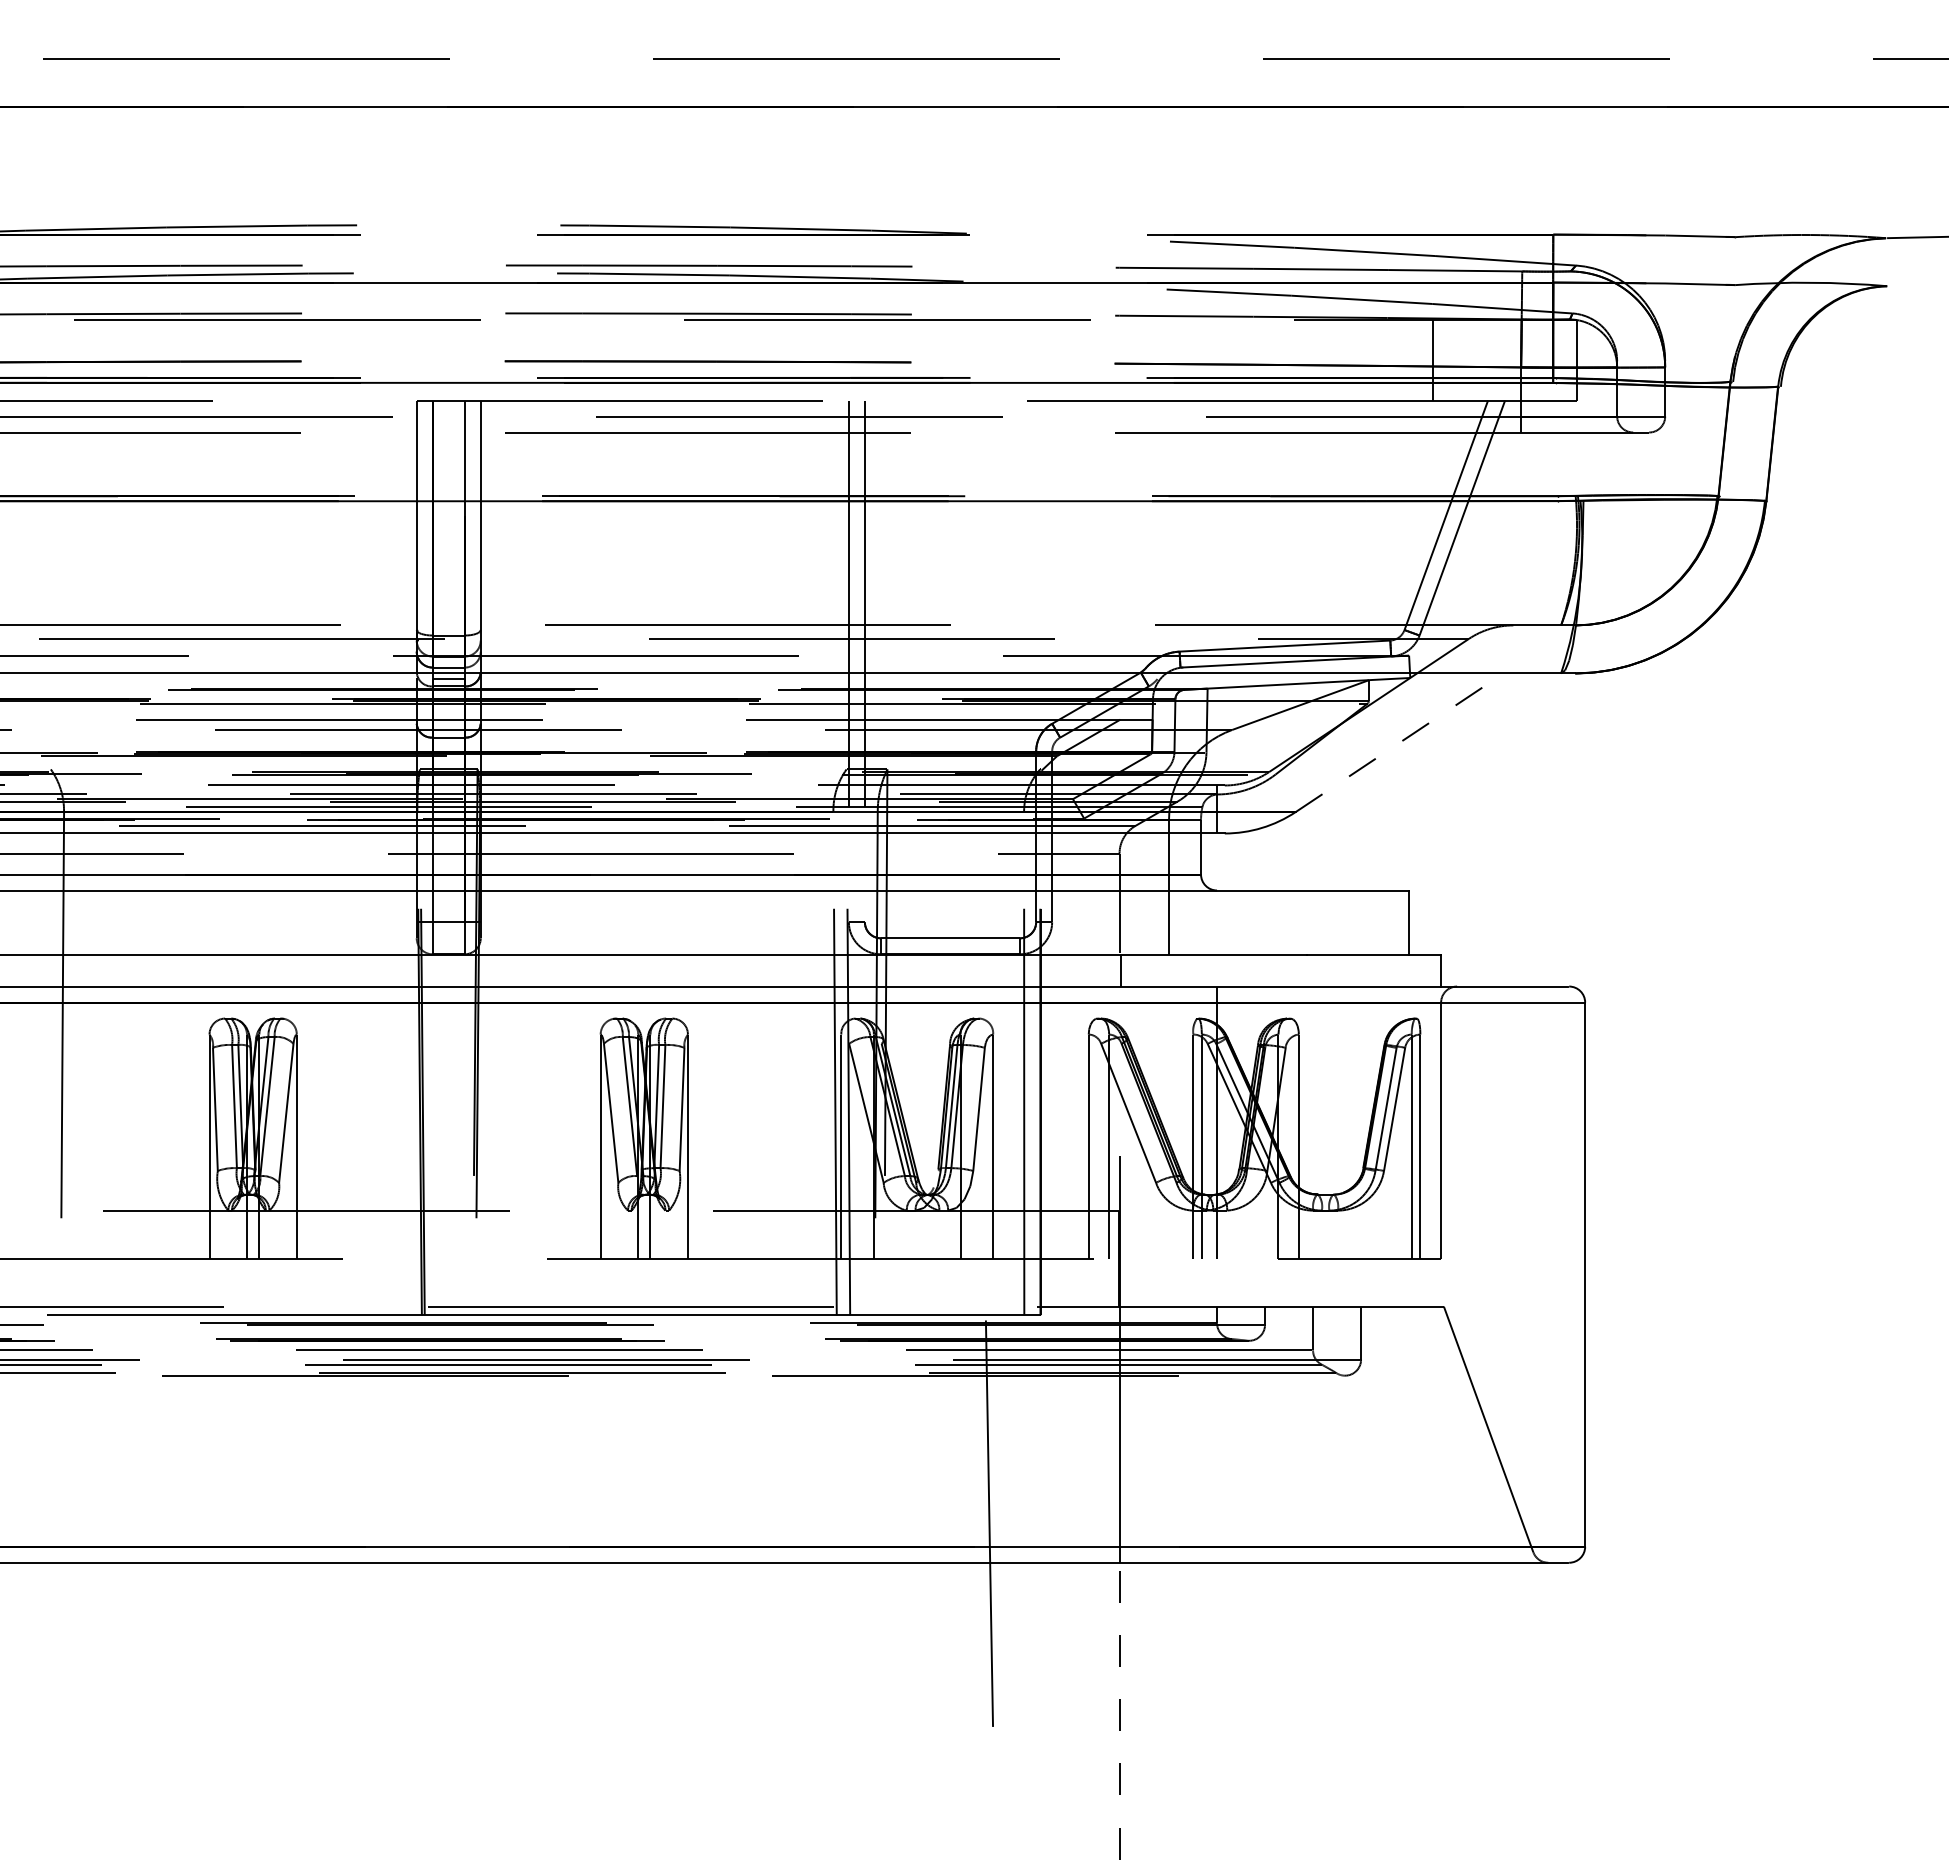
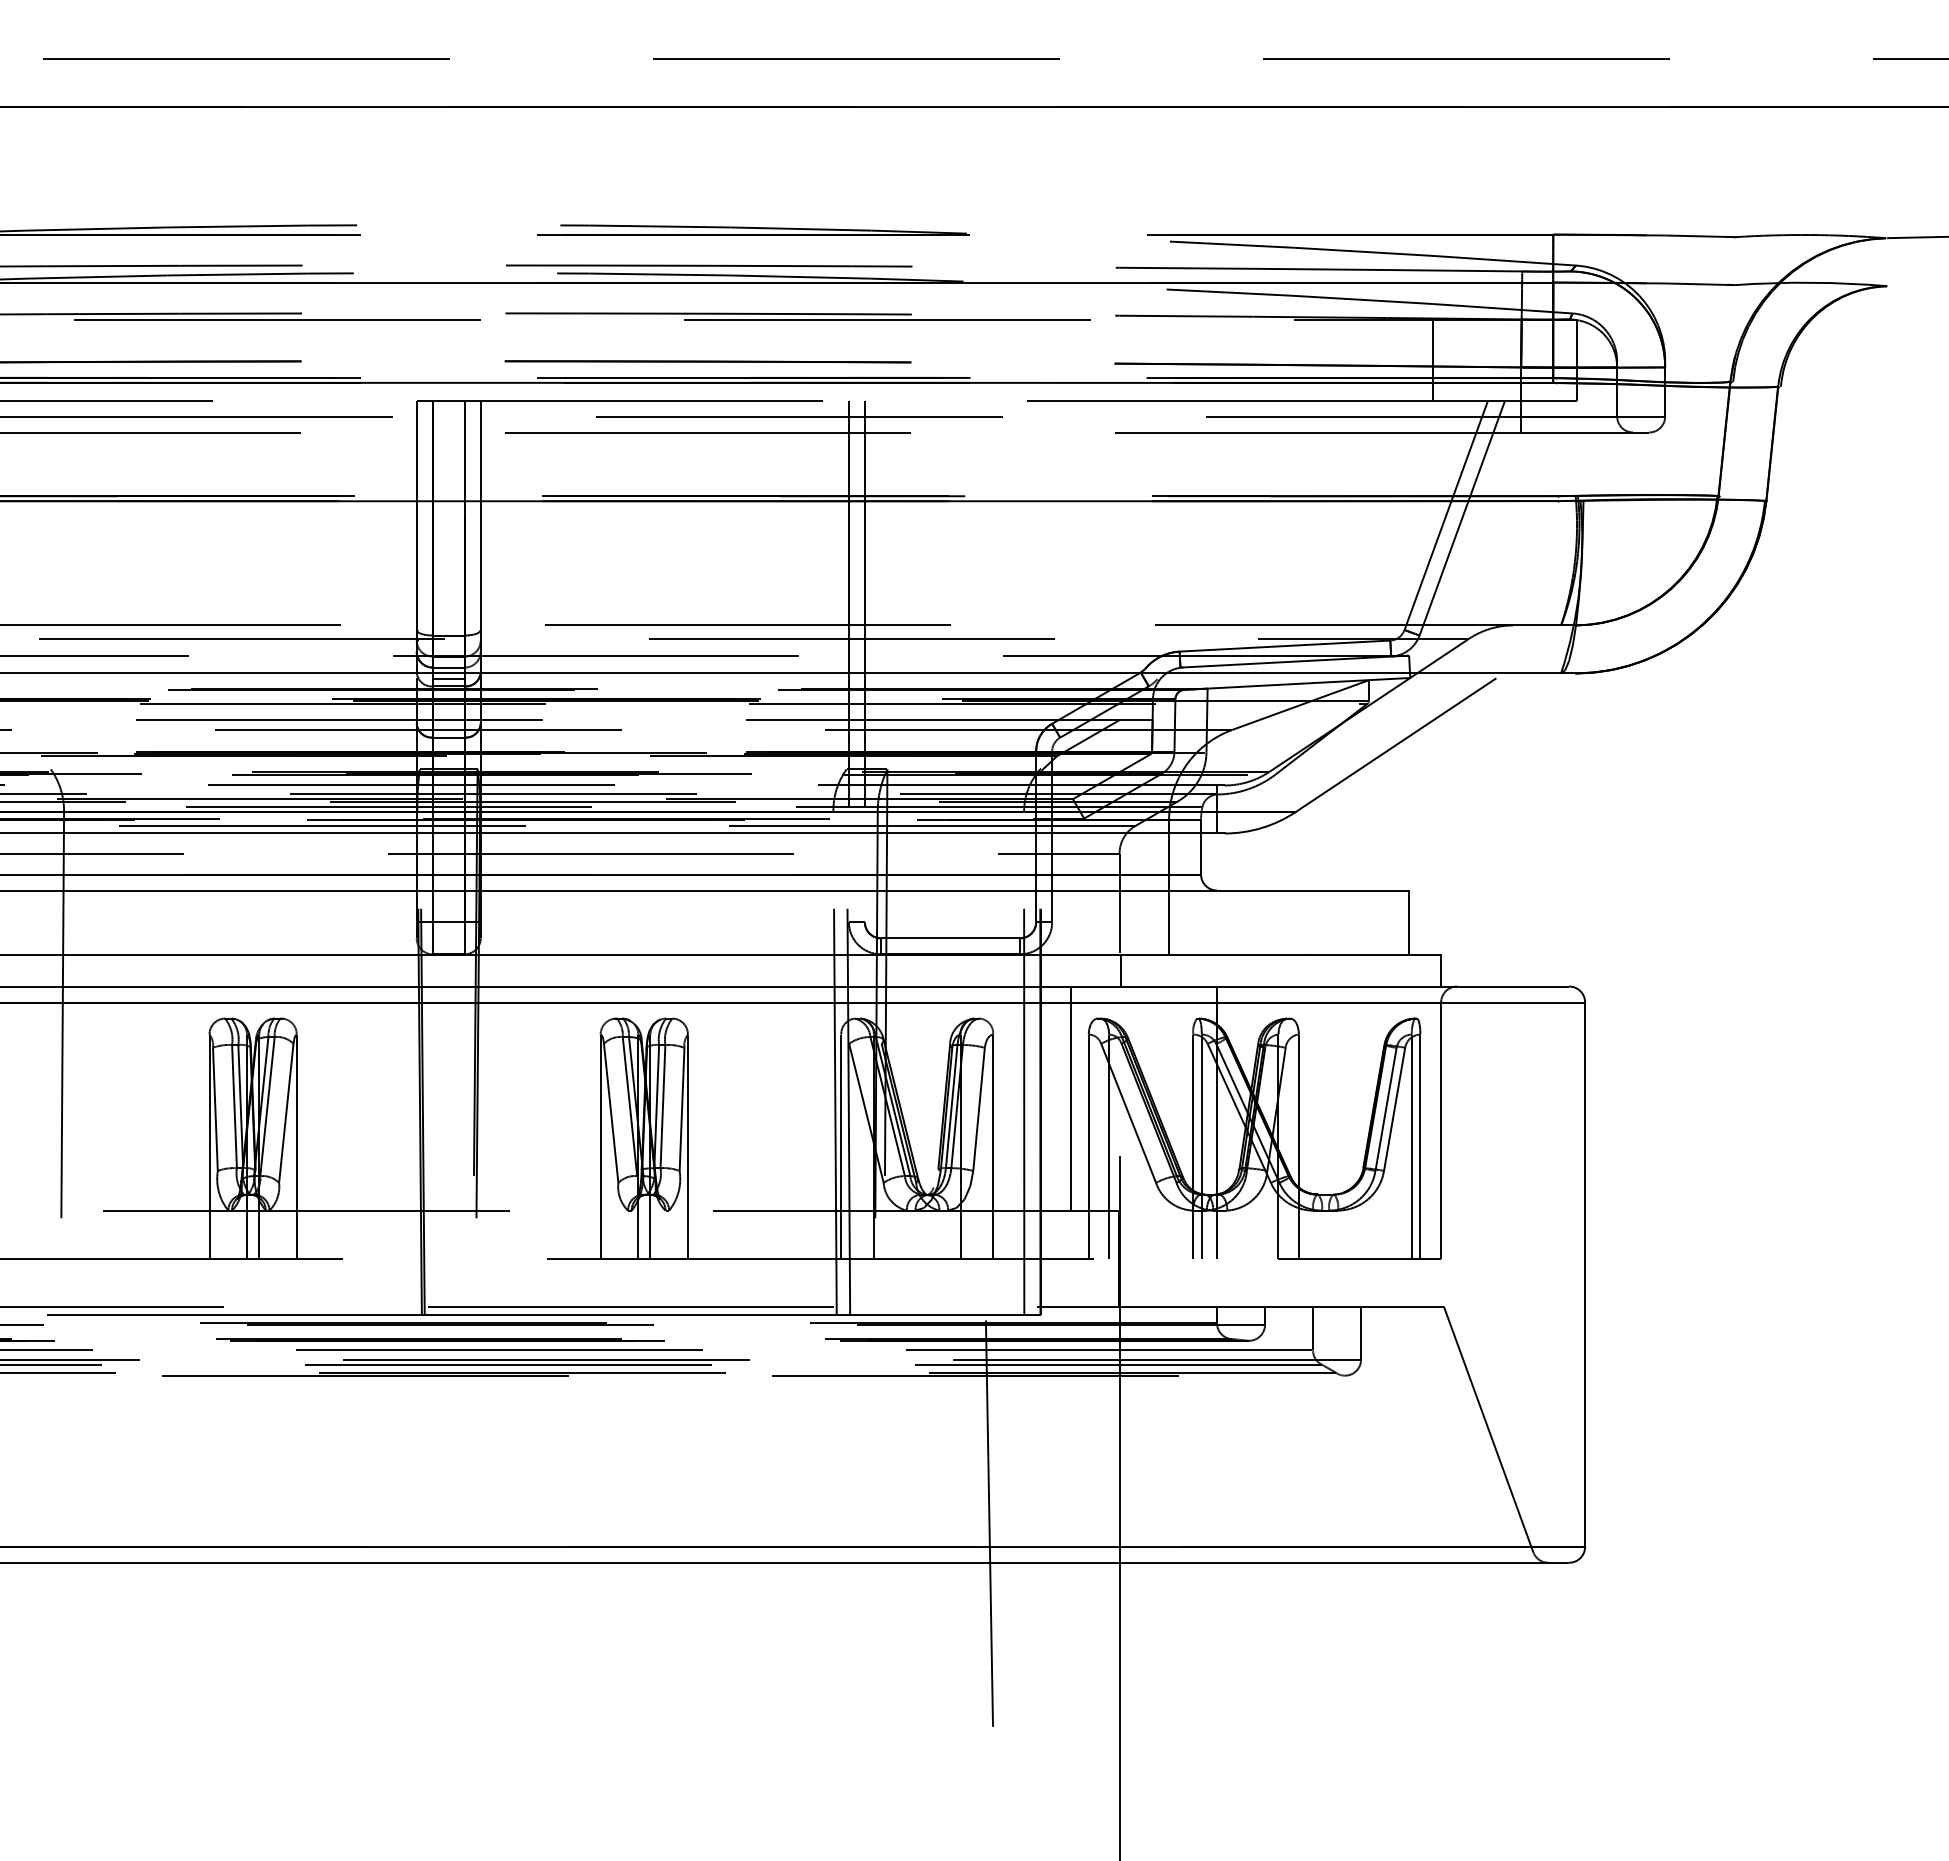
line at (1396, 745): dashed -> solid
line at (1071, 1098): none -> present
line at (1119, 1711): dashed -> solid
